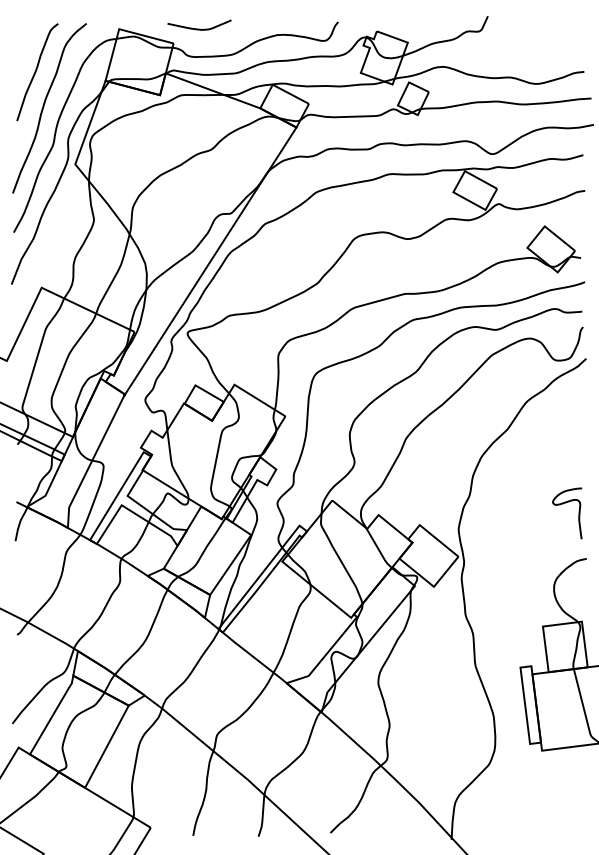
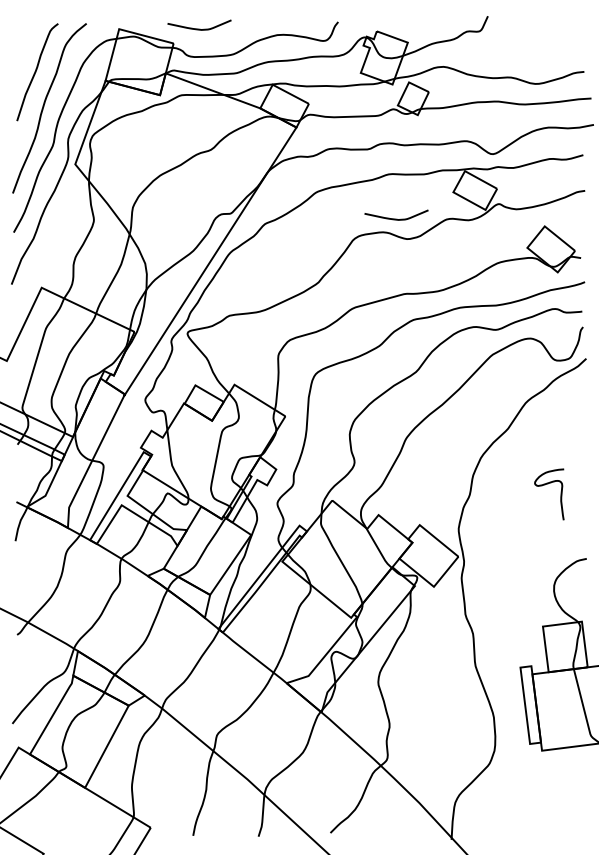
curve at (396, 218): none -> present
curve at (563, 504) position: (563, 504) -> (545, 485)
